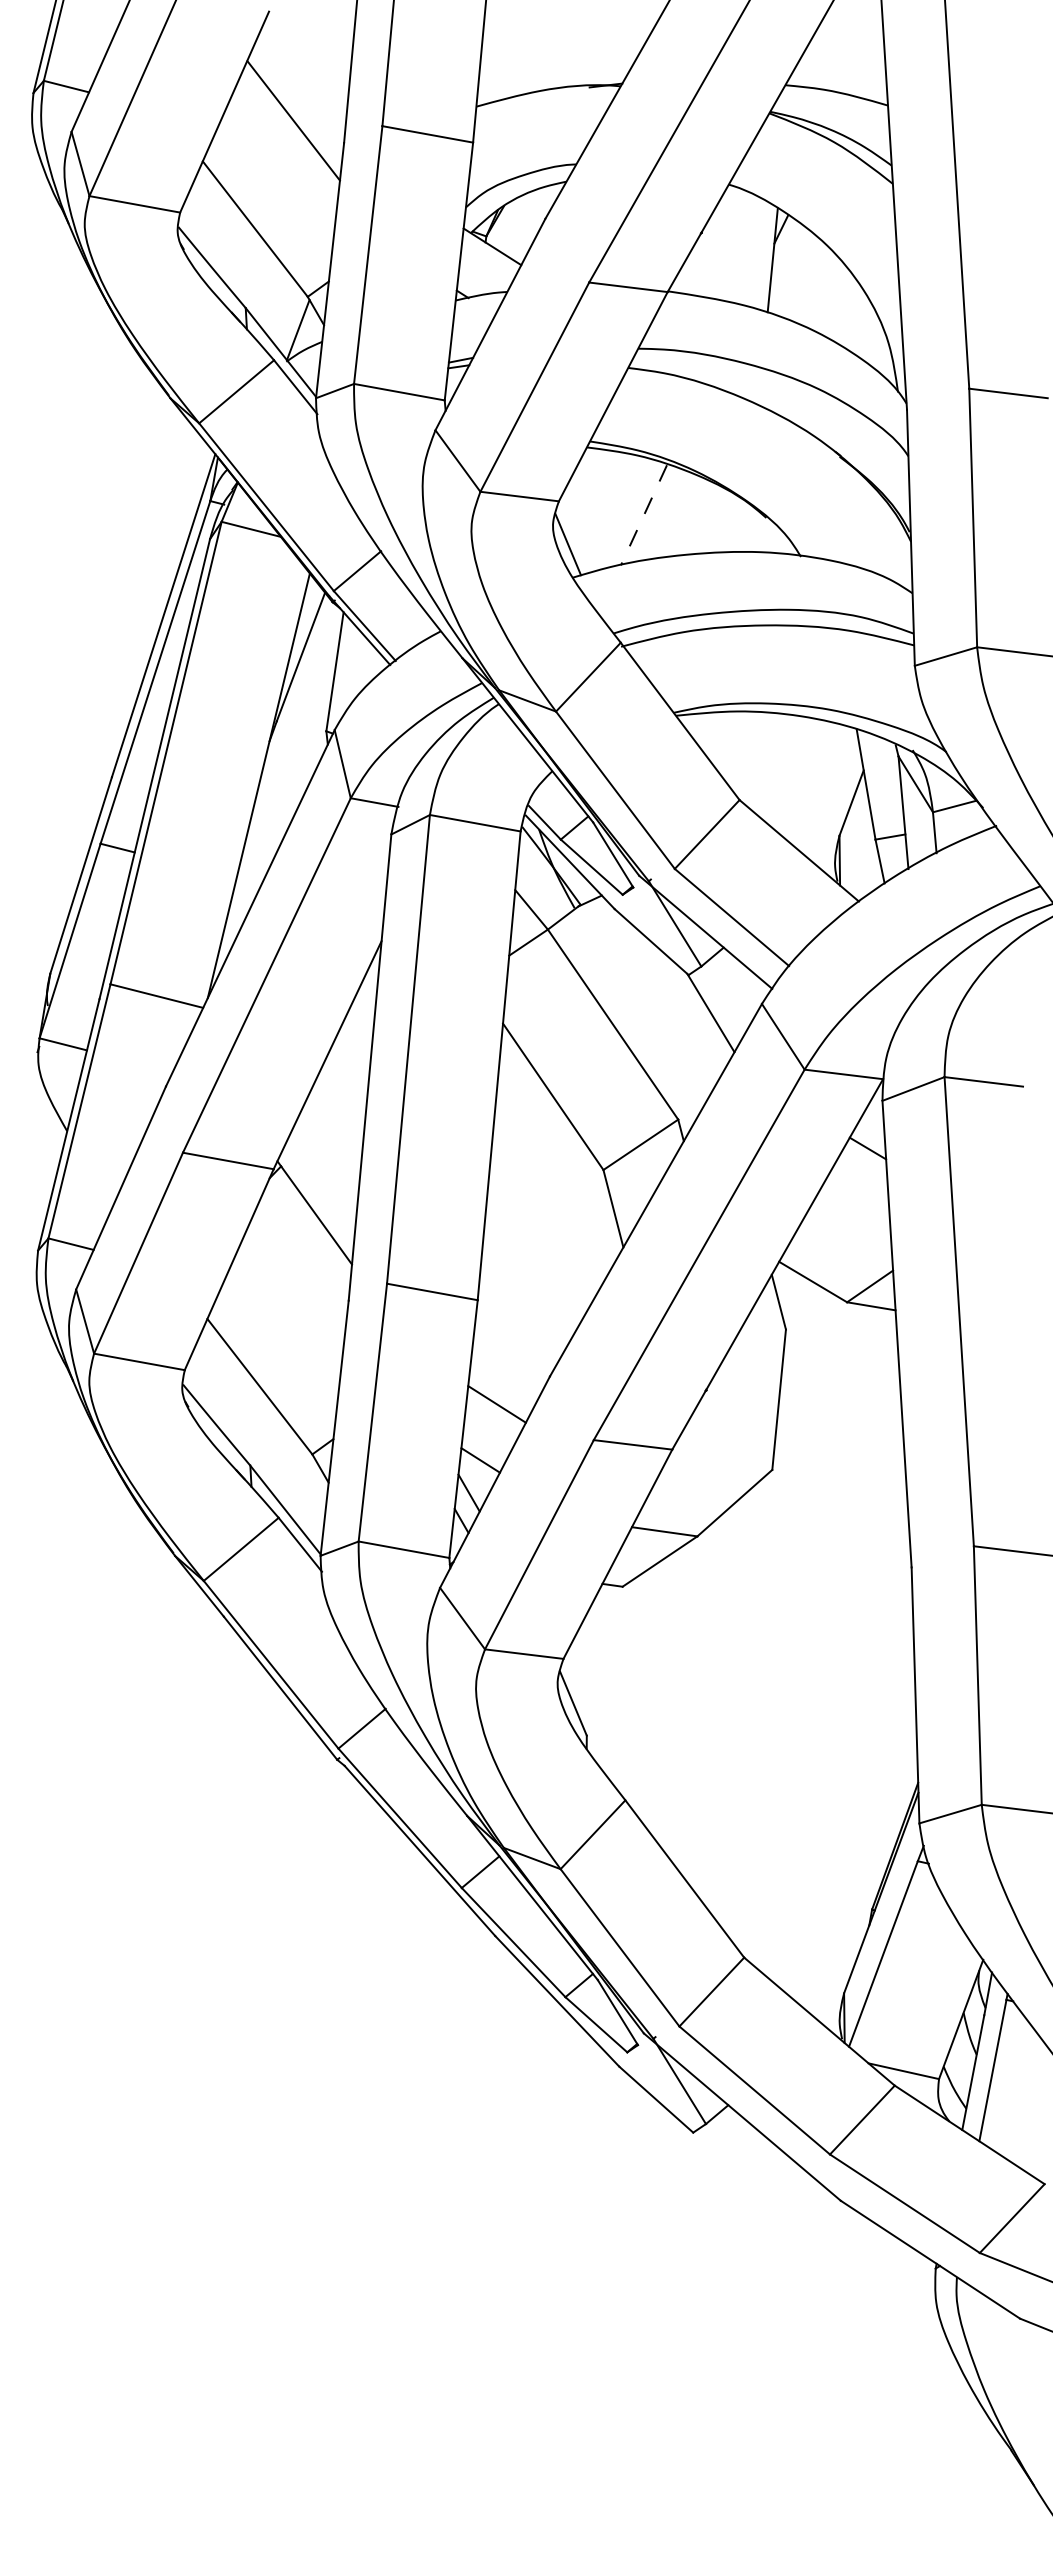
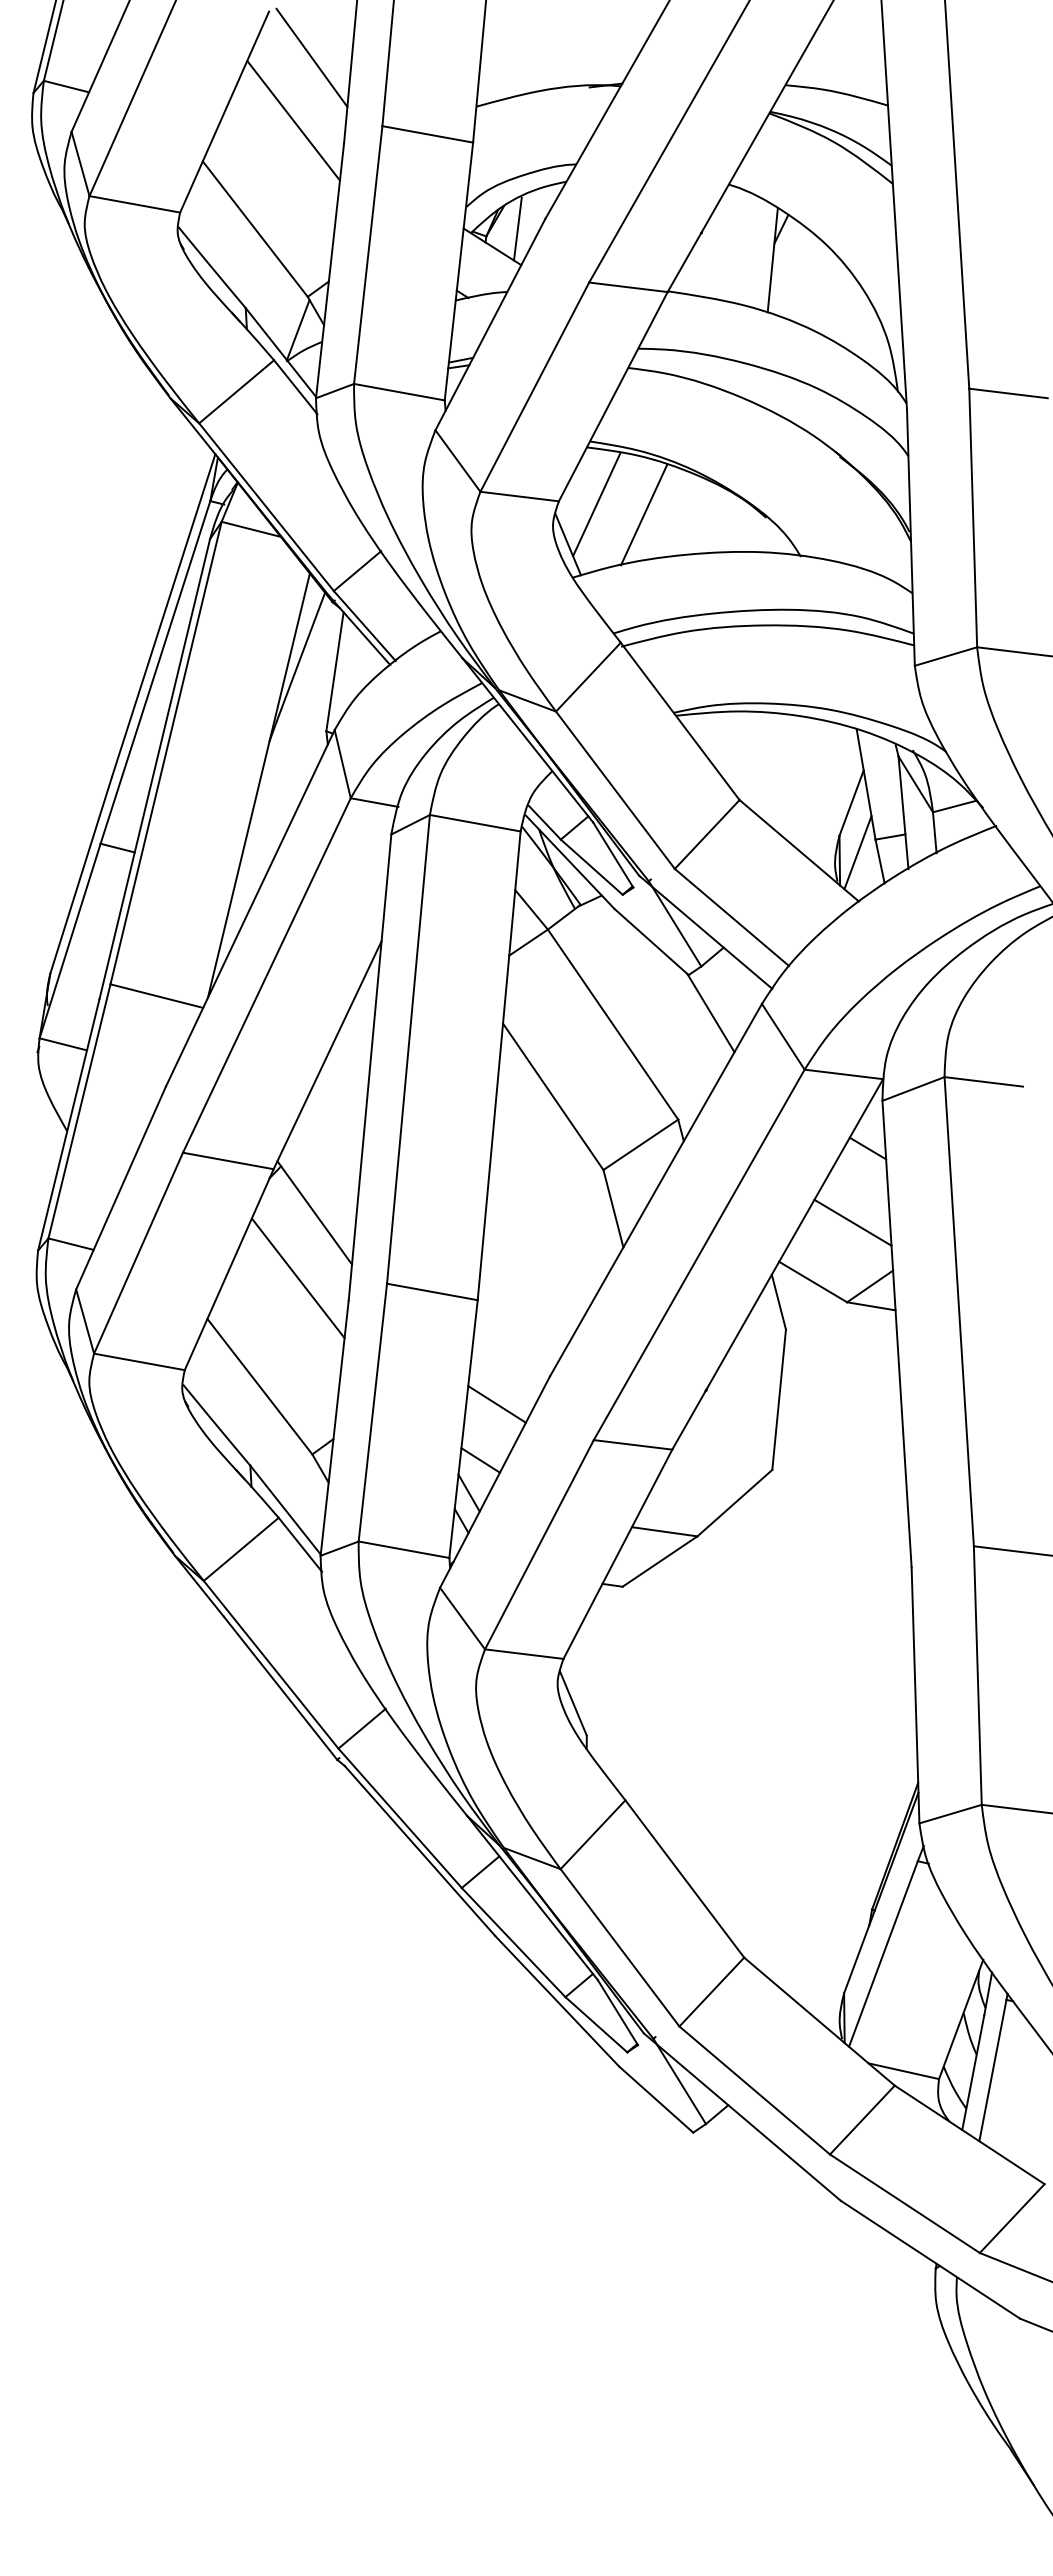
line at (311, 57): none -> present
line at (517, 228): none -> present
line at (596, 504): none -> present
line at (643, 515): dashed -> solid
line at (857, 852): none -> present
line at (852, 1222): none -> present
line at (298, 1278): none -> present
